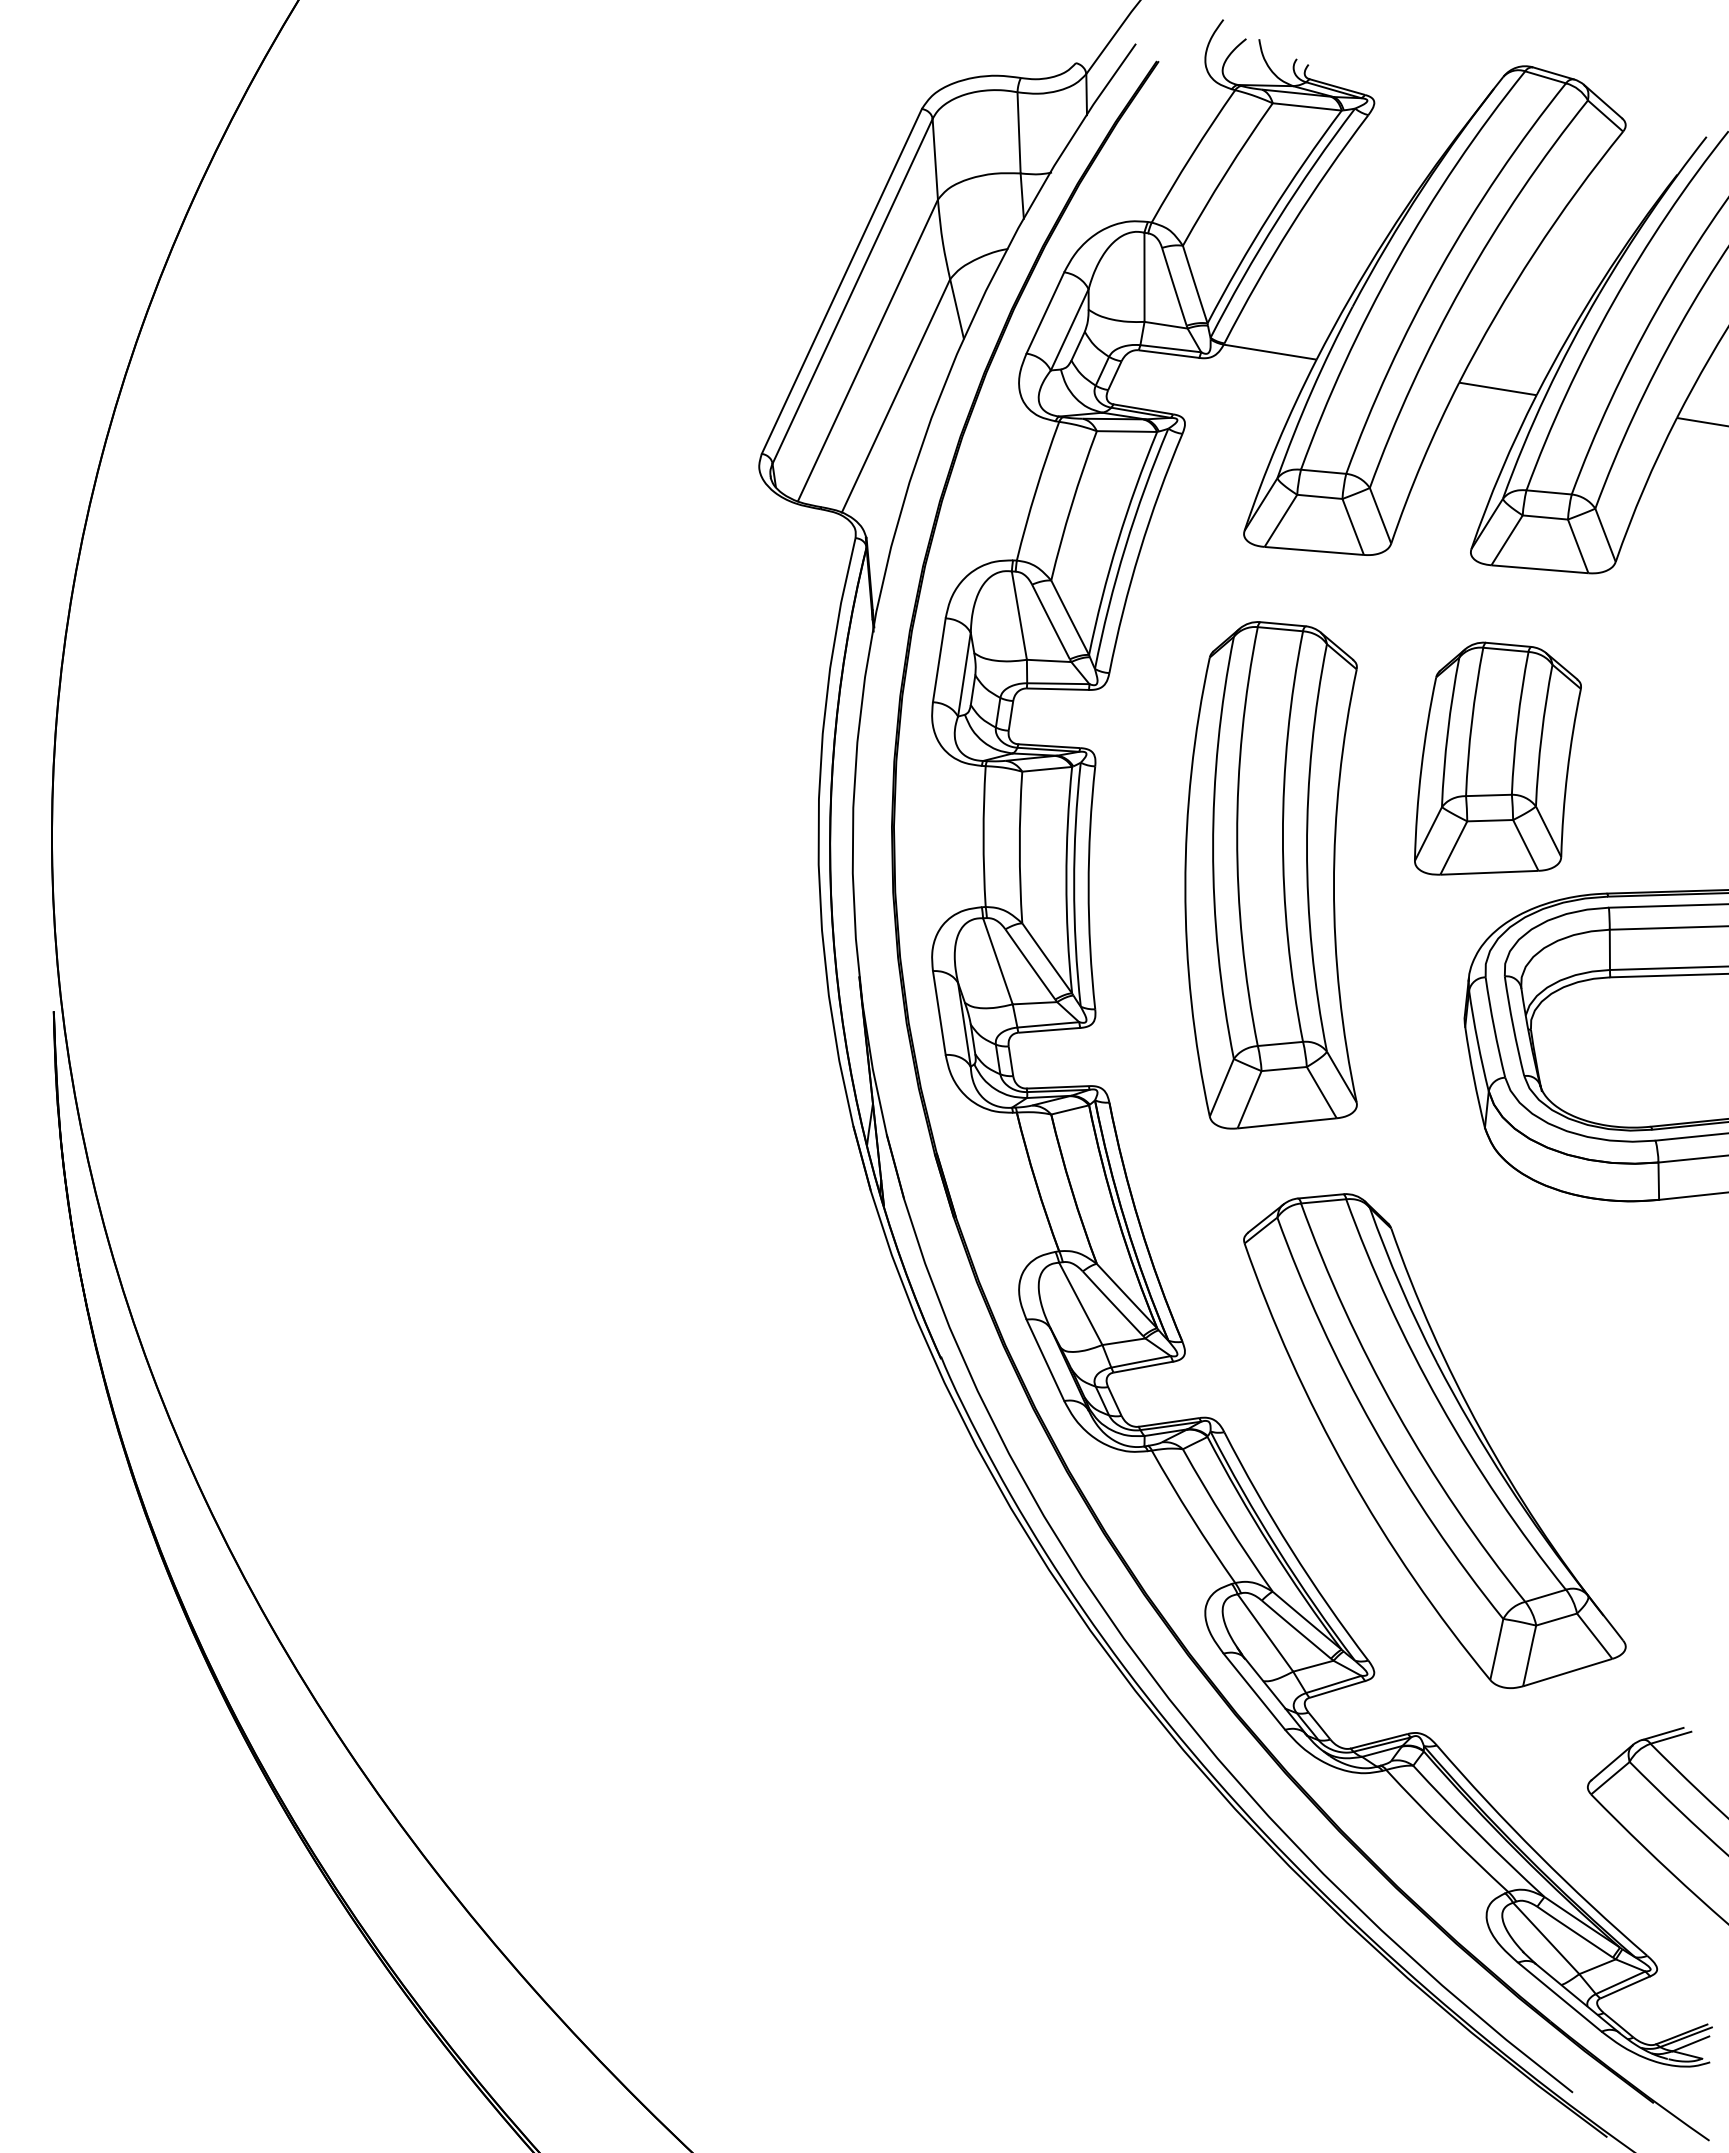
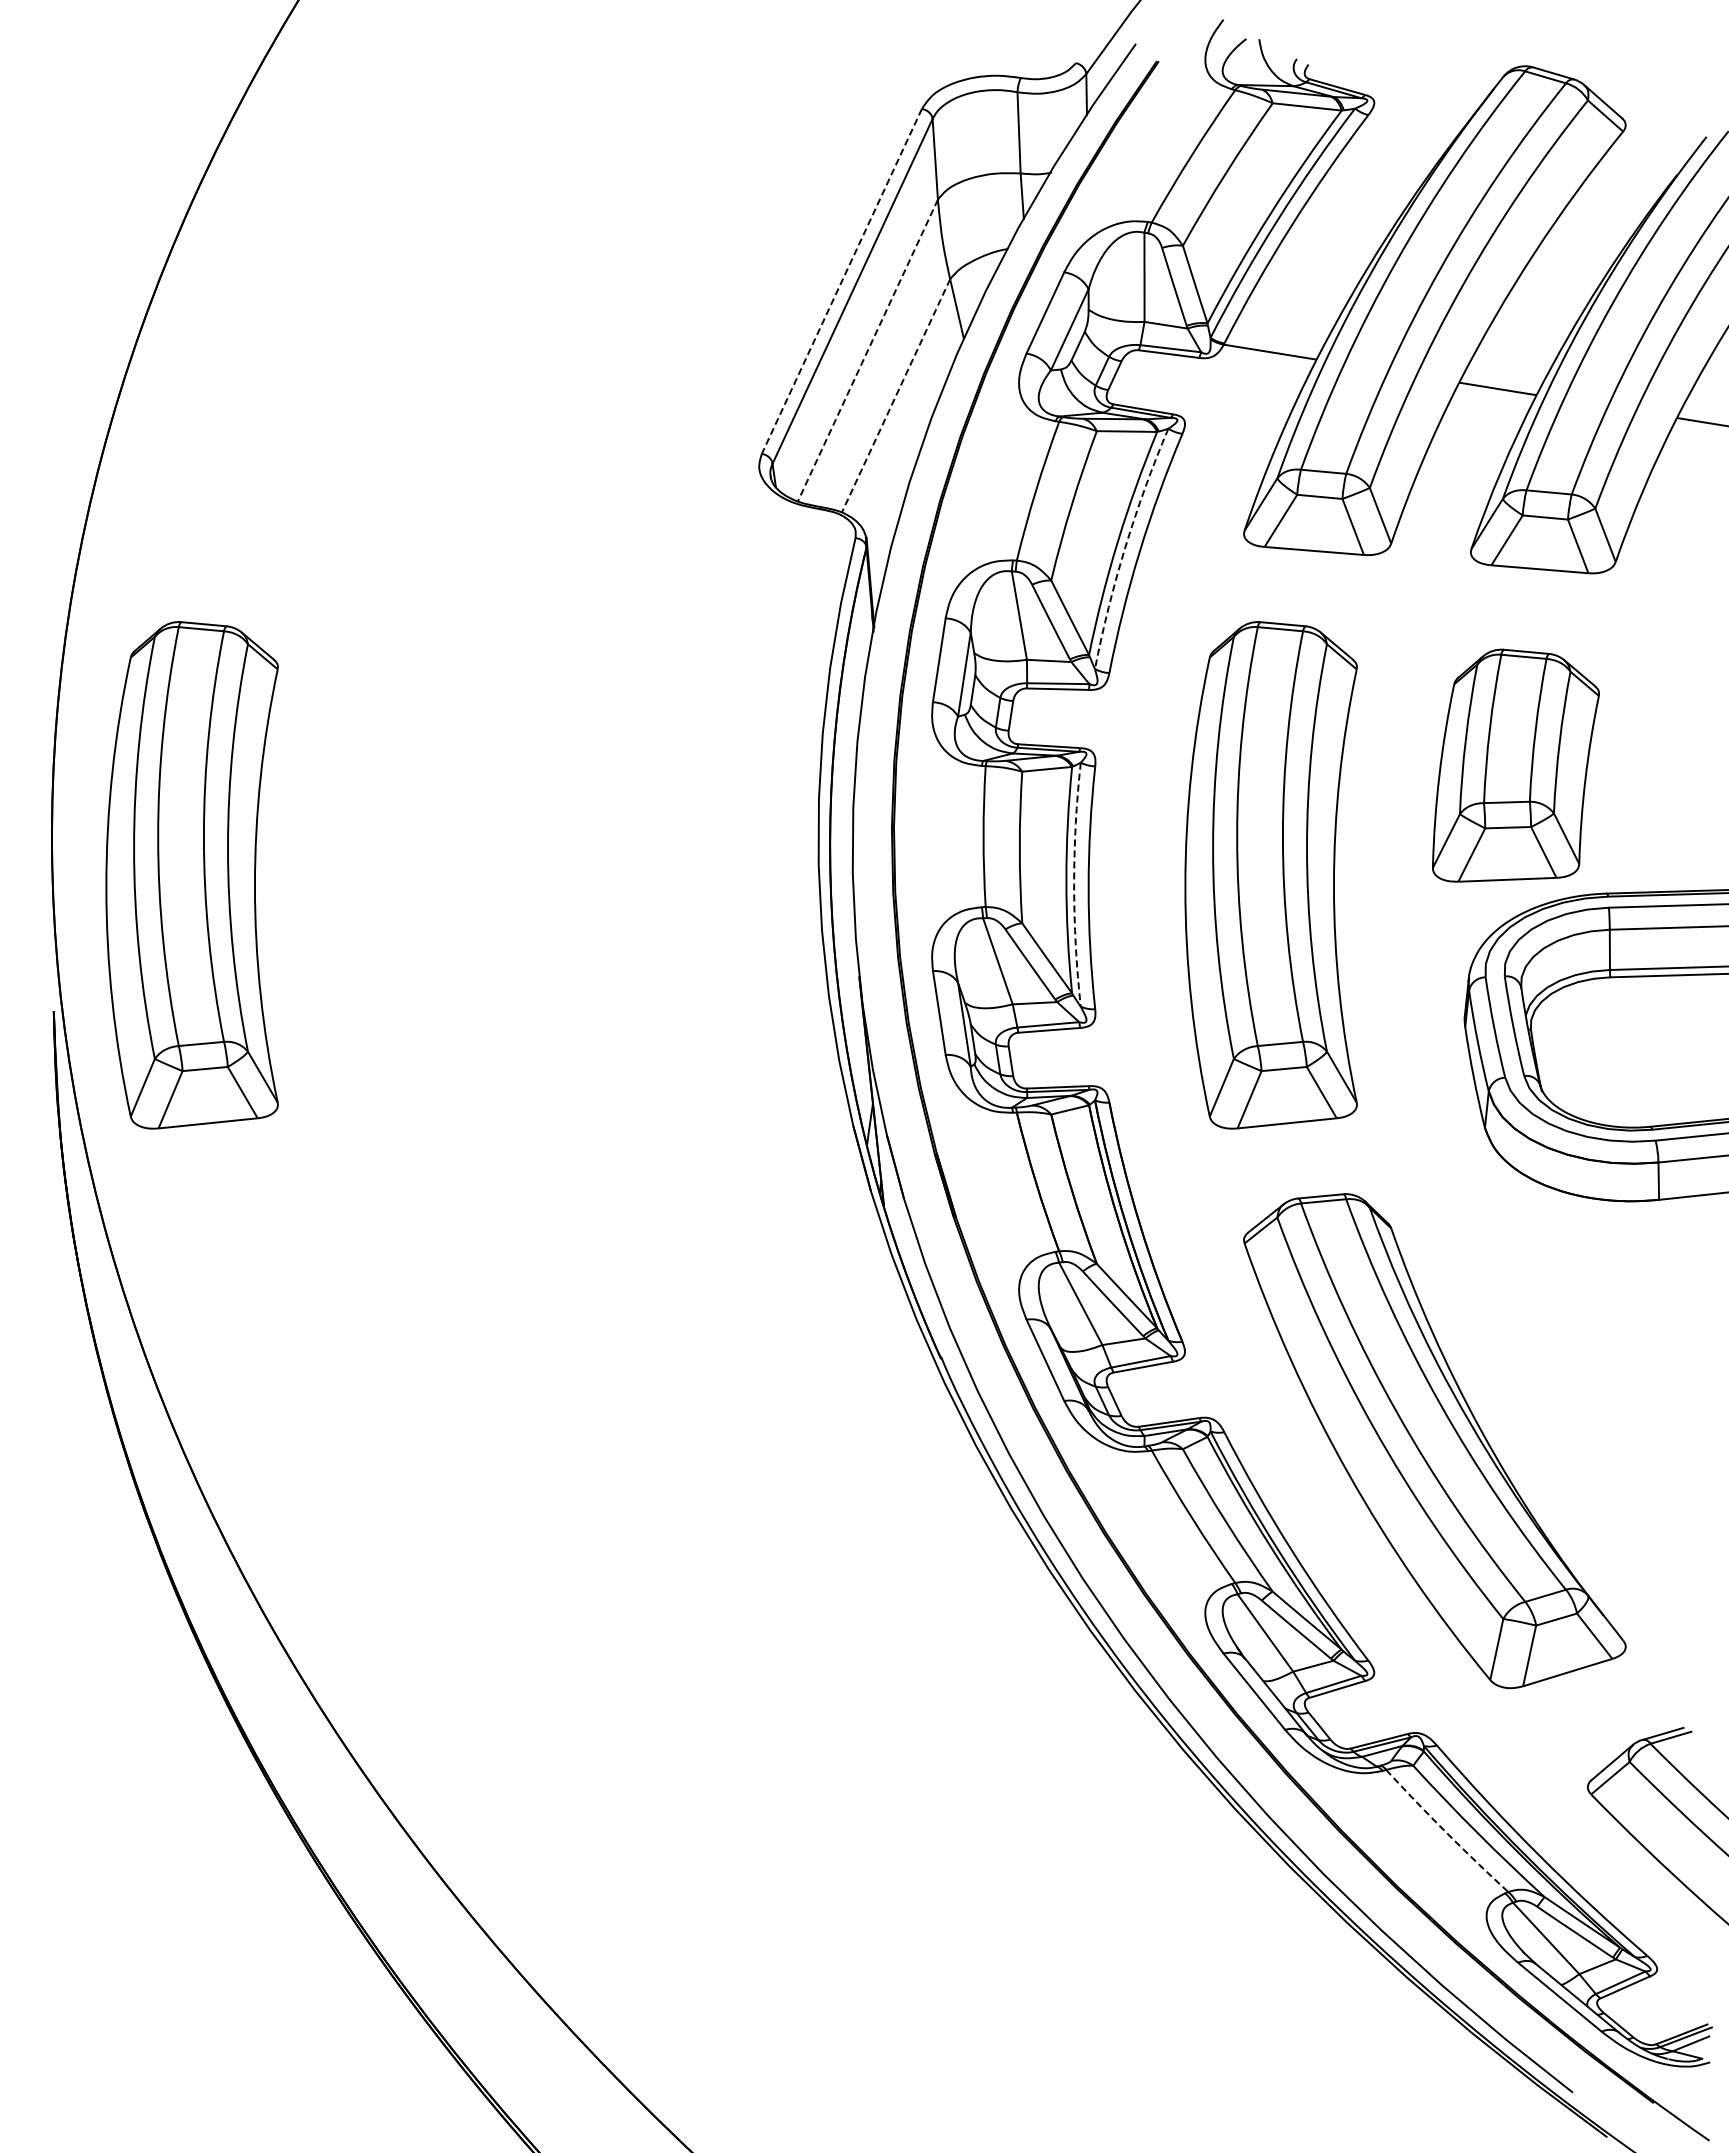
line at (841, 281): solid -> dashed
line at (867, 351): solid -> dashed
line at (896, 395): solid -> dashed
arc at (1125, 546): solid -> dashed
part at (1497, 758) position: (1497, 758) -> (1515, 765)
part at (191, 875): none -> present
arc at (1074, 884): solid -> dashed
arc at (1446, 1832): solid -> dashed
